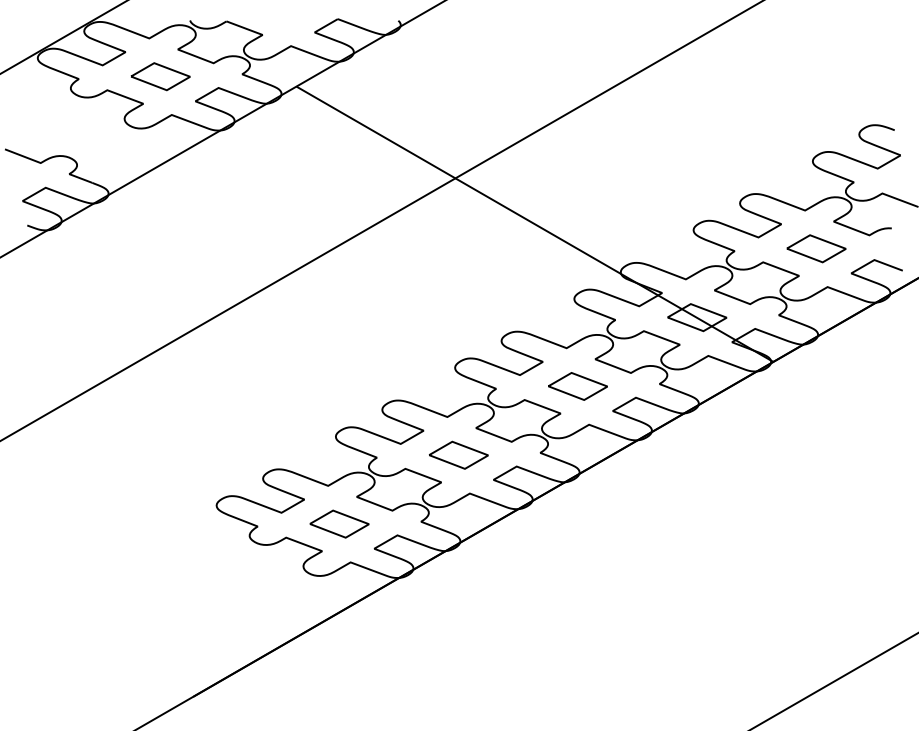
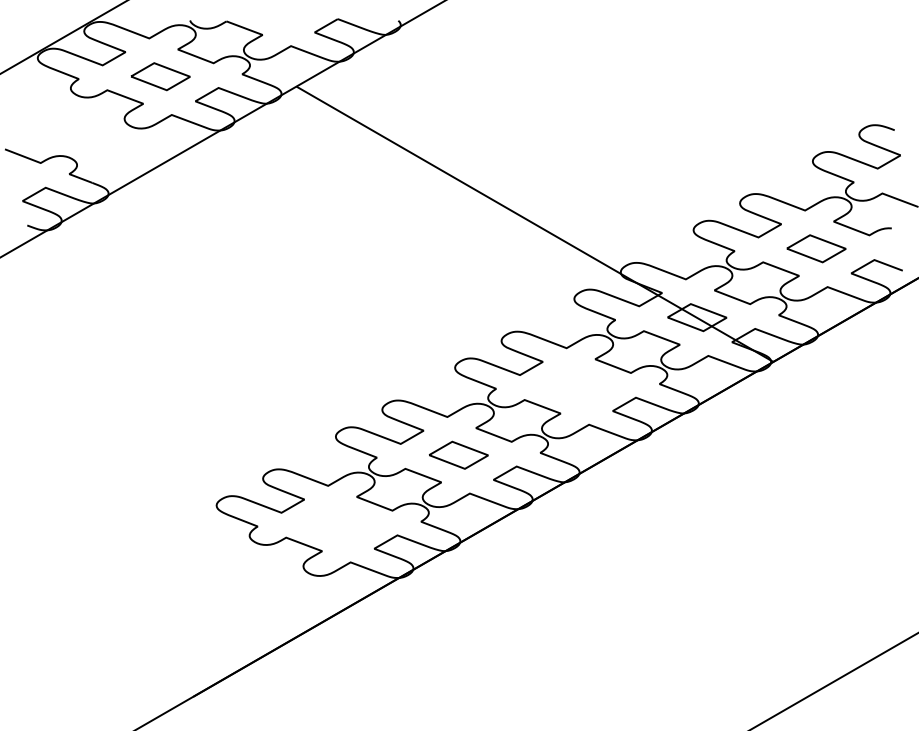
line at (381, 221): present -> none
curve at (575, 395): present -> none
curve at (342, 515): present -> none
